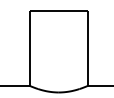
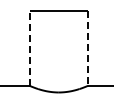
line at (29, 48): solid -> dashed
line at (88, 49): solid -> dashed
